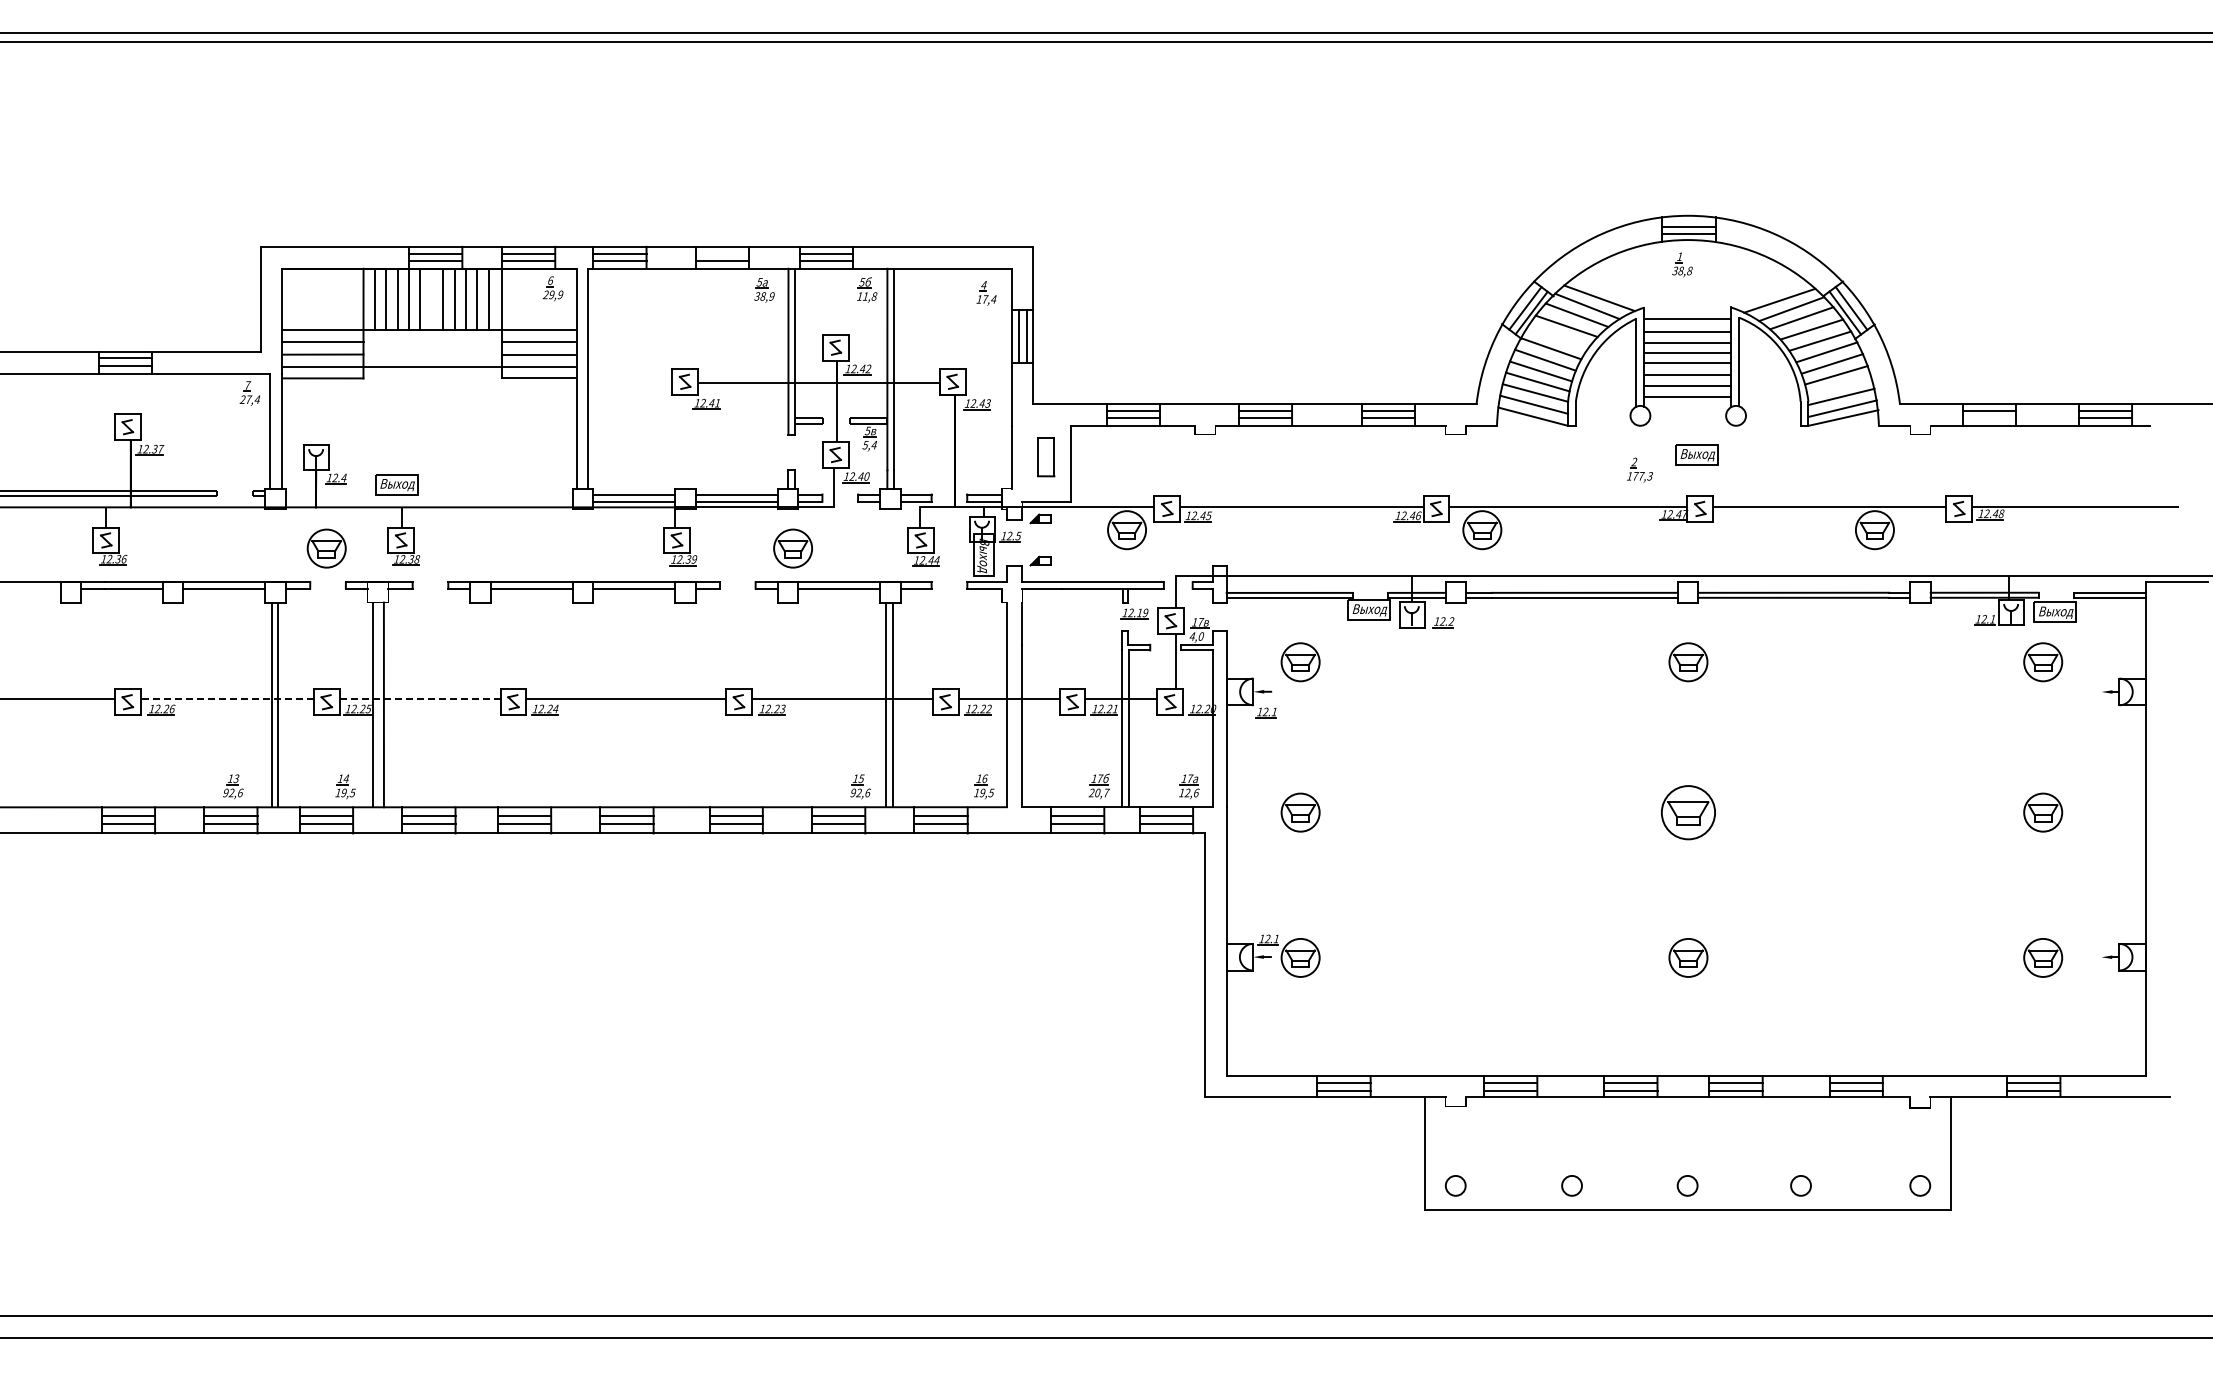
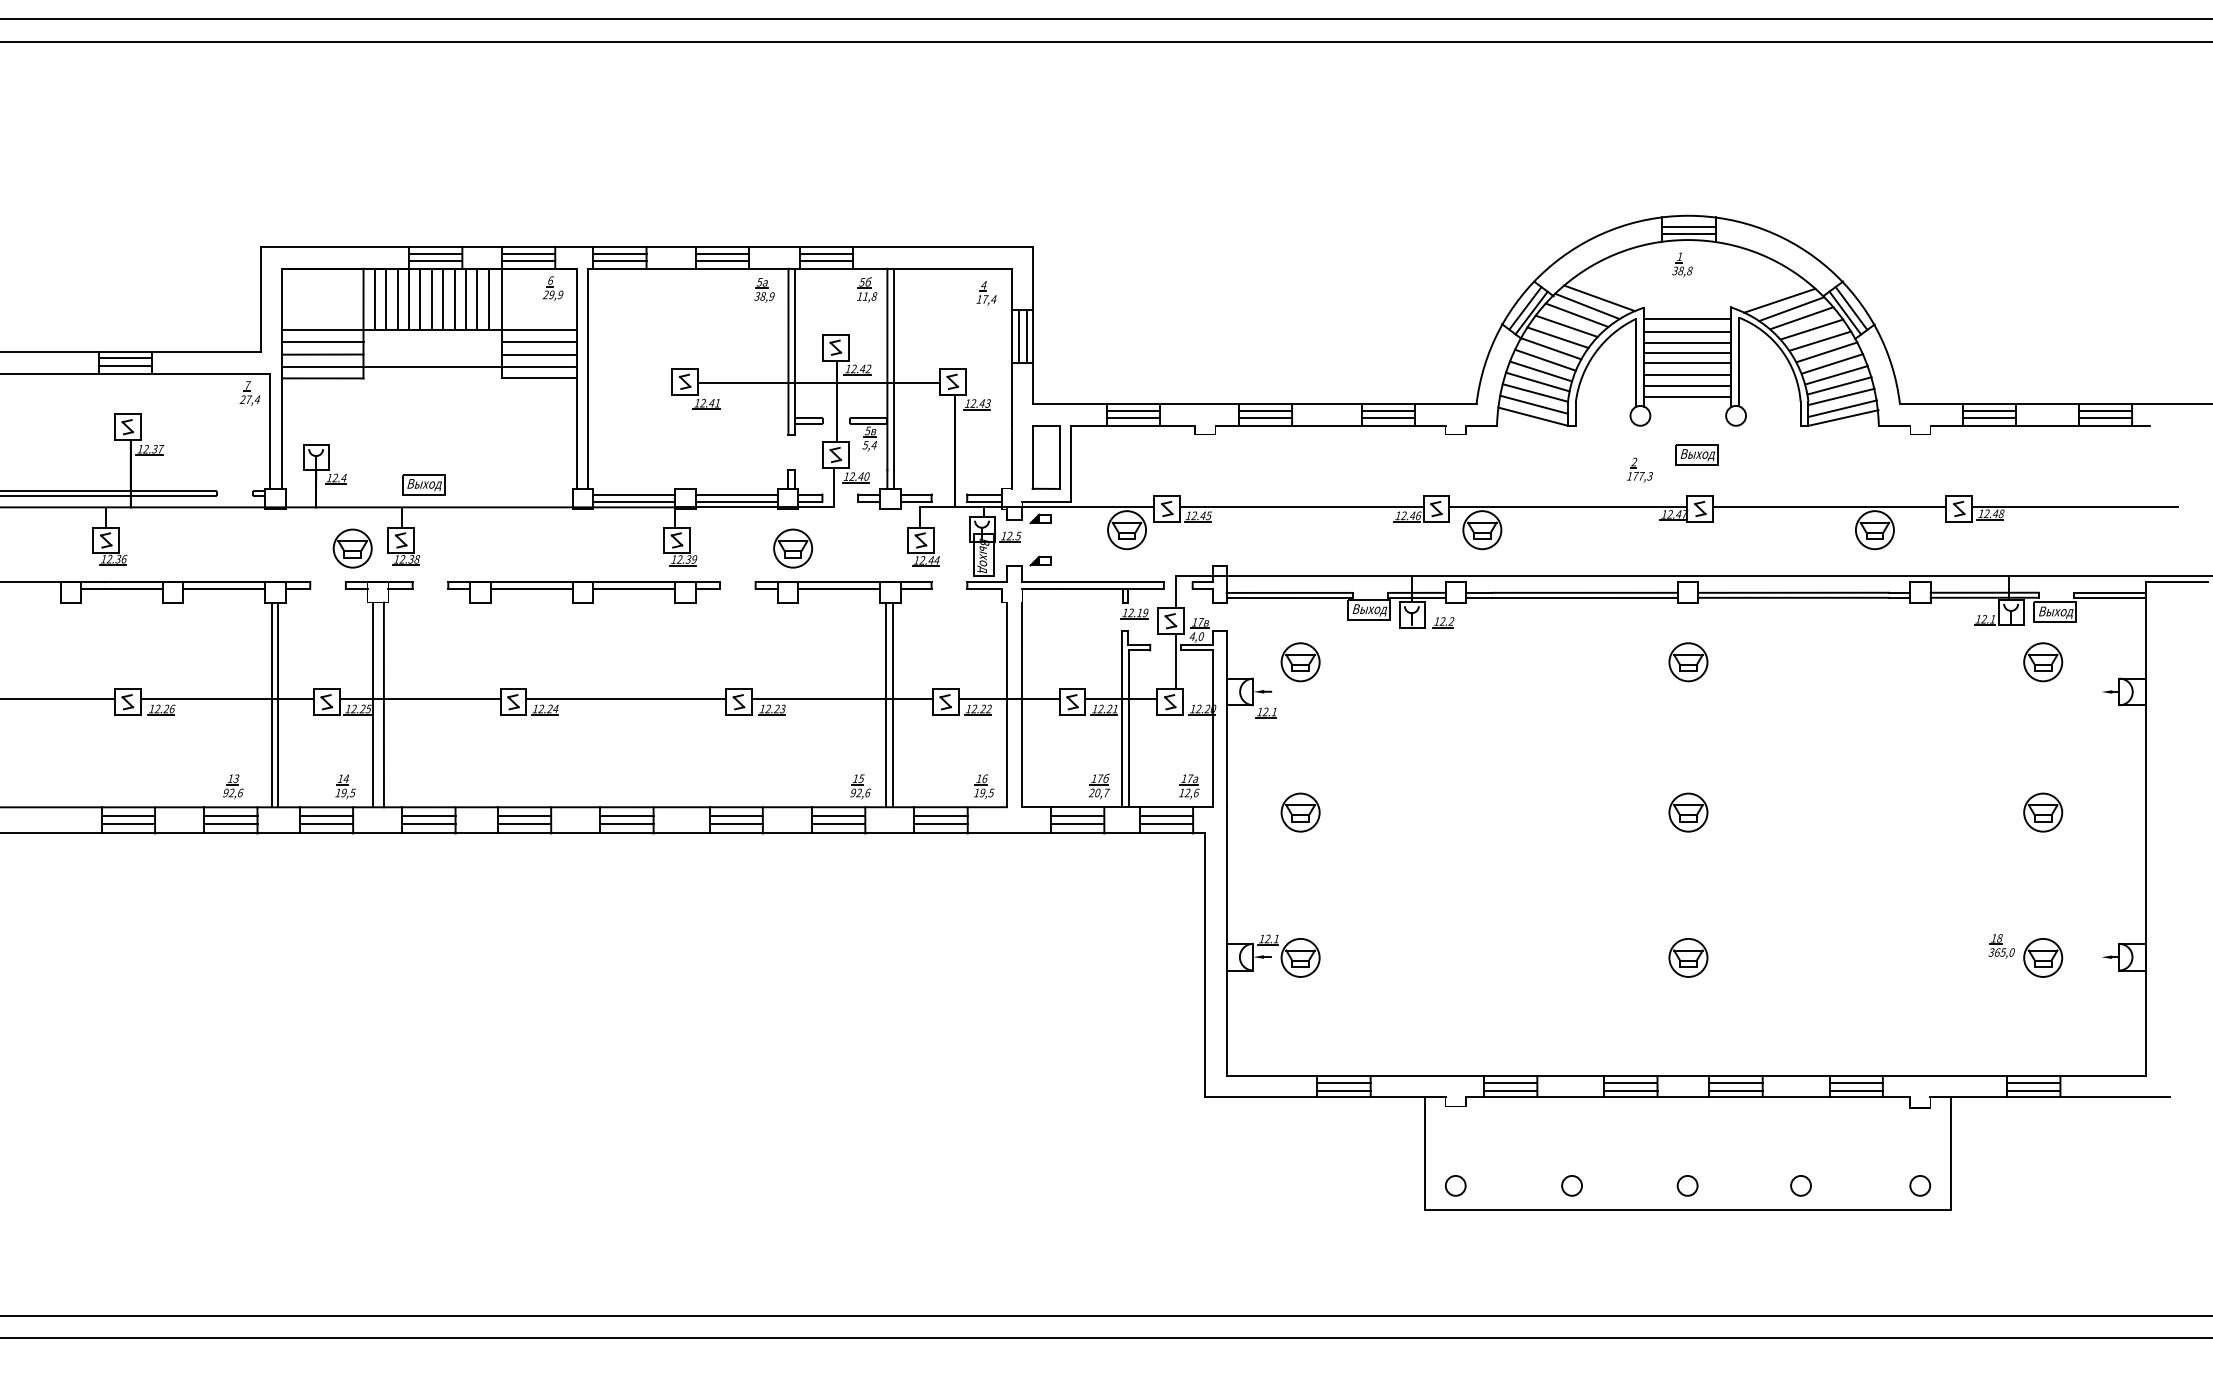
line at (1105, 33) position: (1105, 33) -> (1105, 19)
line at (721, 253): none -> present
line at (431, 298): none -> present
line at (1557, 337): none -> present
line at (1839, 385): none -> present
line at (1988, 418): none -> present
part at (1046, 457) size: 19x41 px -> 30x65 px
part at (396, 484) position: (396, 484) -> (423, 484)
part at (326, 548) position: (326, 548) -> (352, 548)
line at (227, 699): dashed -> solid
line at (420, 699): dashed -> solid
part at (1687, 812) size: 56x56 px -> 41x41 px
part at (2001, 946): none -> present
